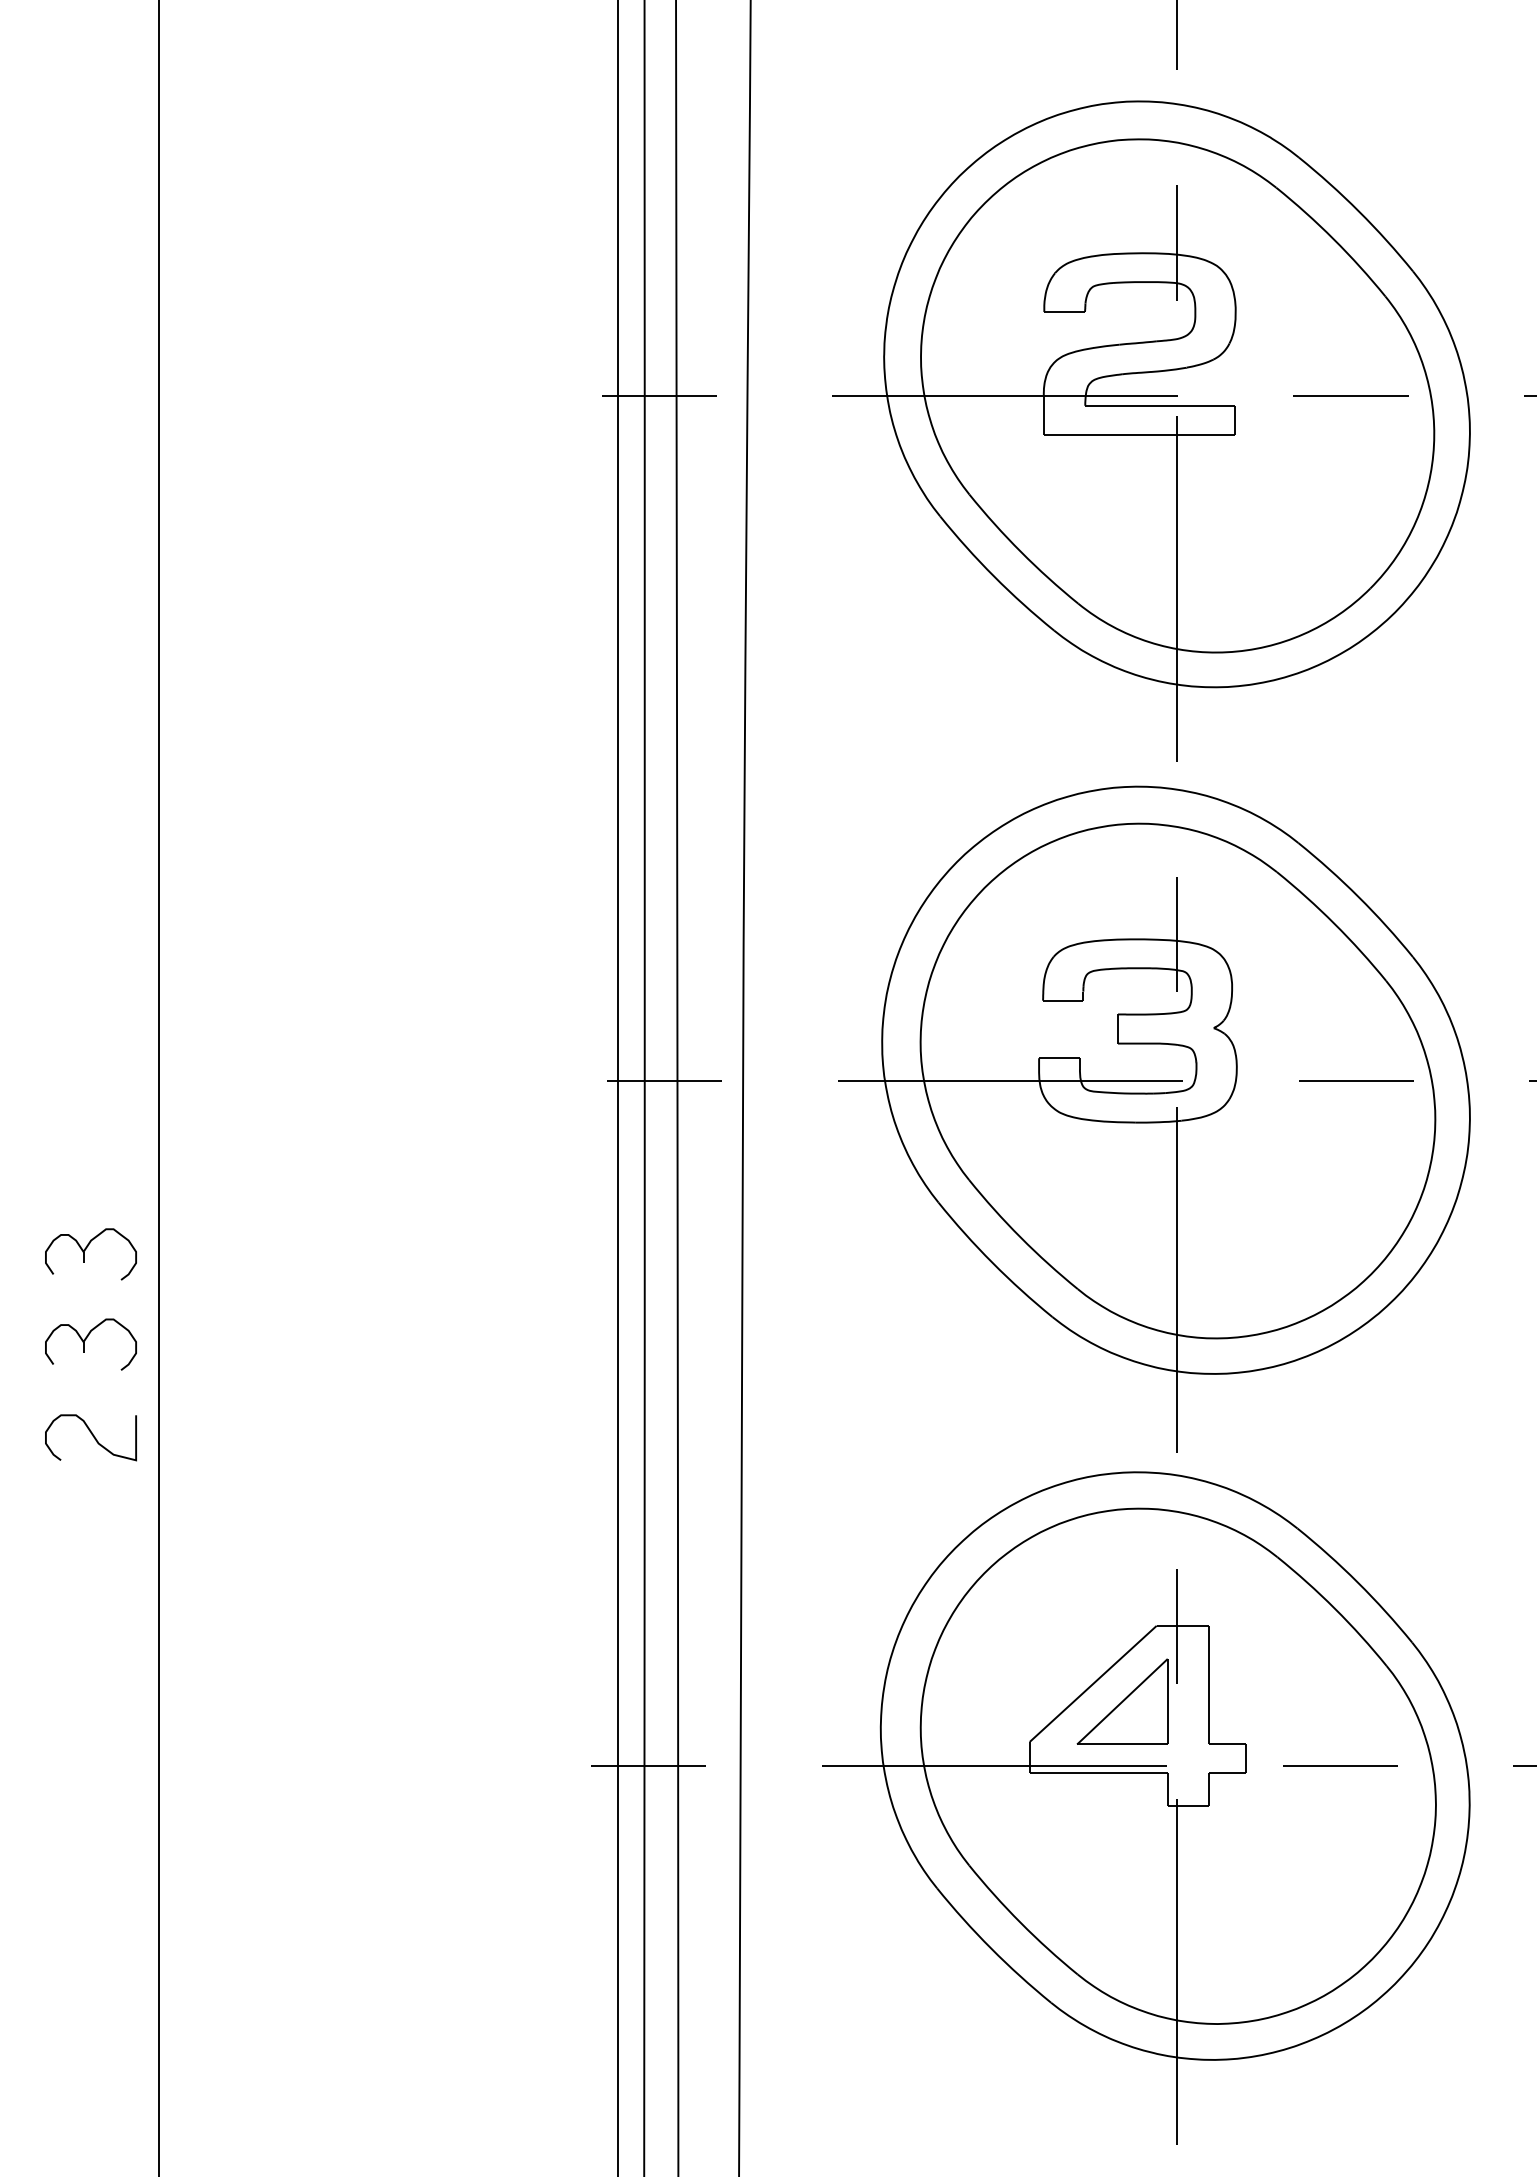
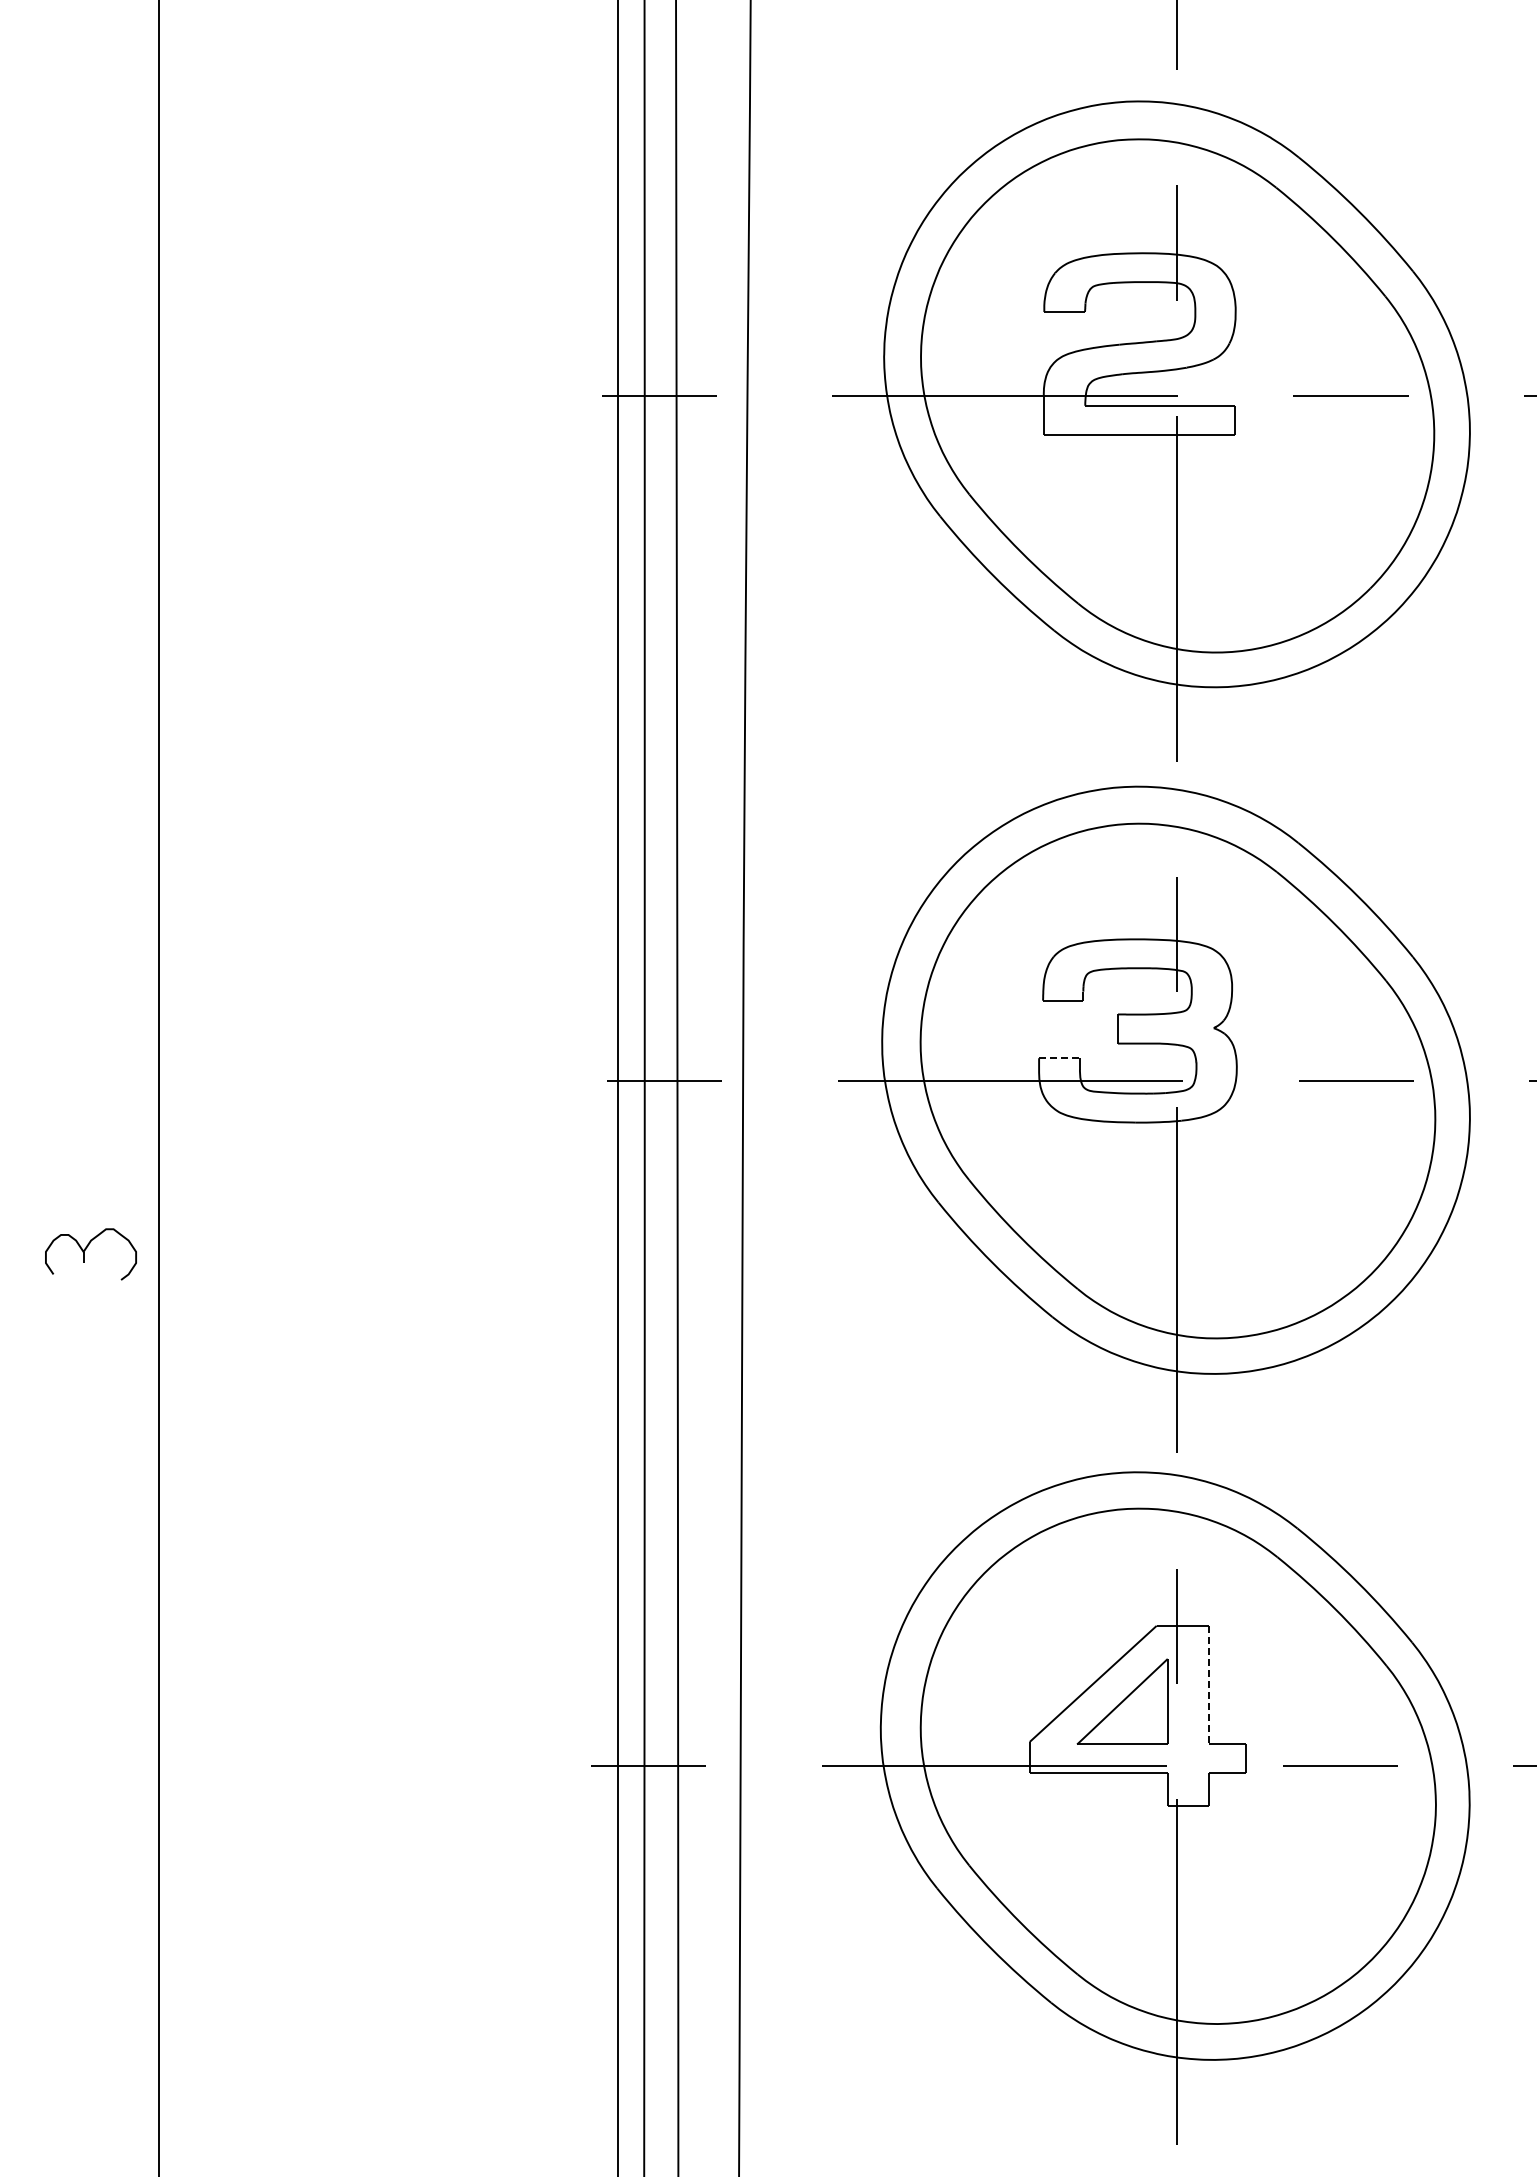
line at (1060, 1058): solid -> dashed
part at (90, 1344): present -> none
curve at (92, 1436): present -> none
line at (1209, 1685): solid -> dashed
